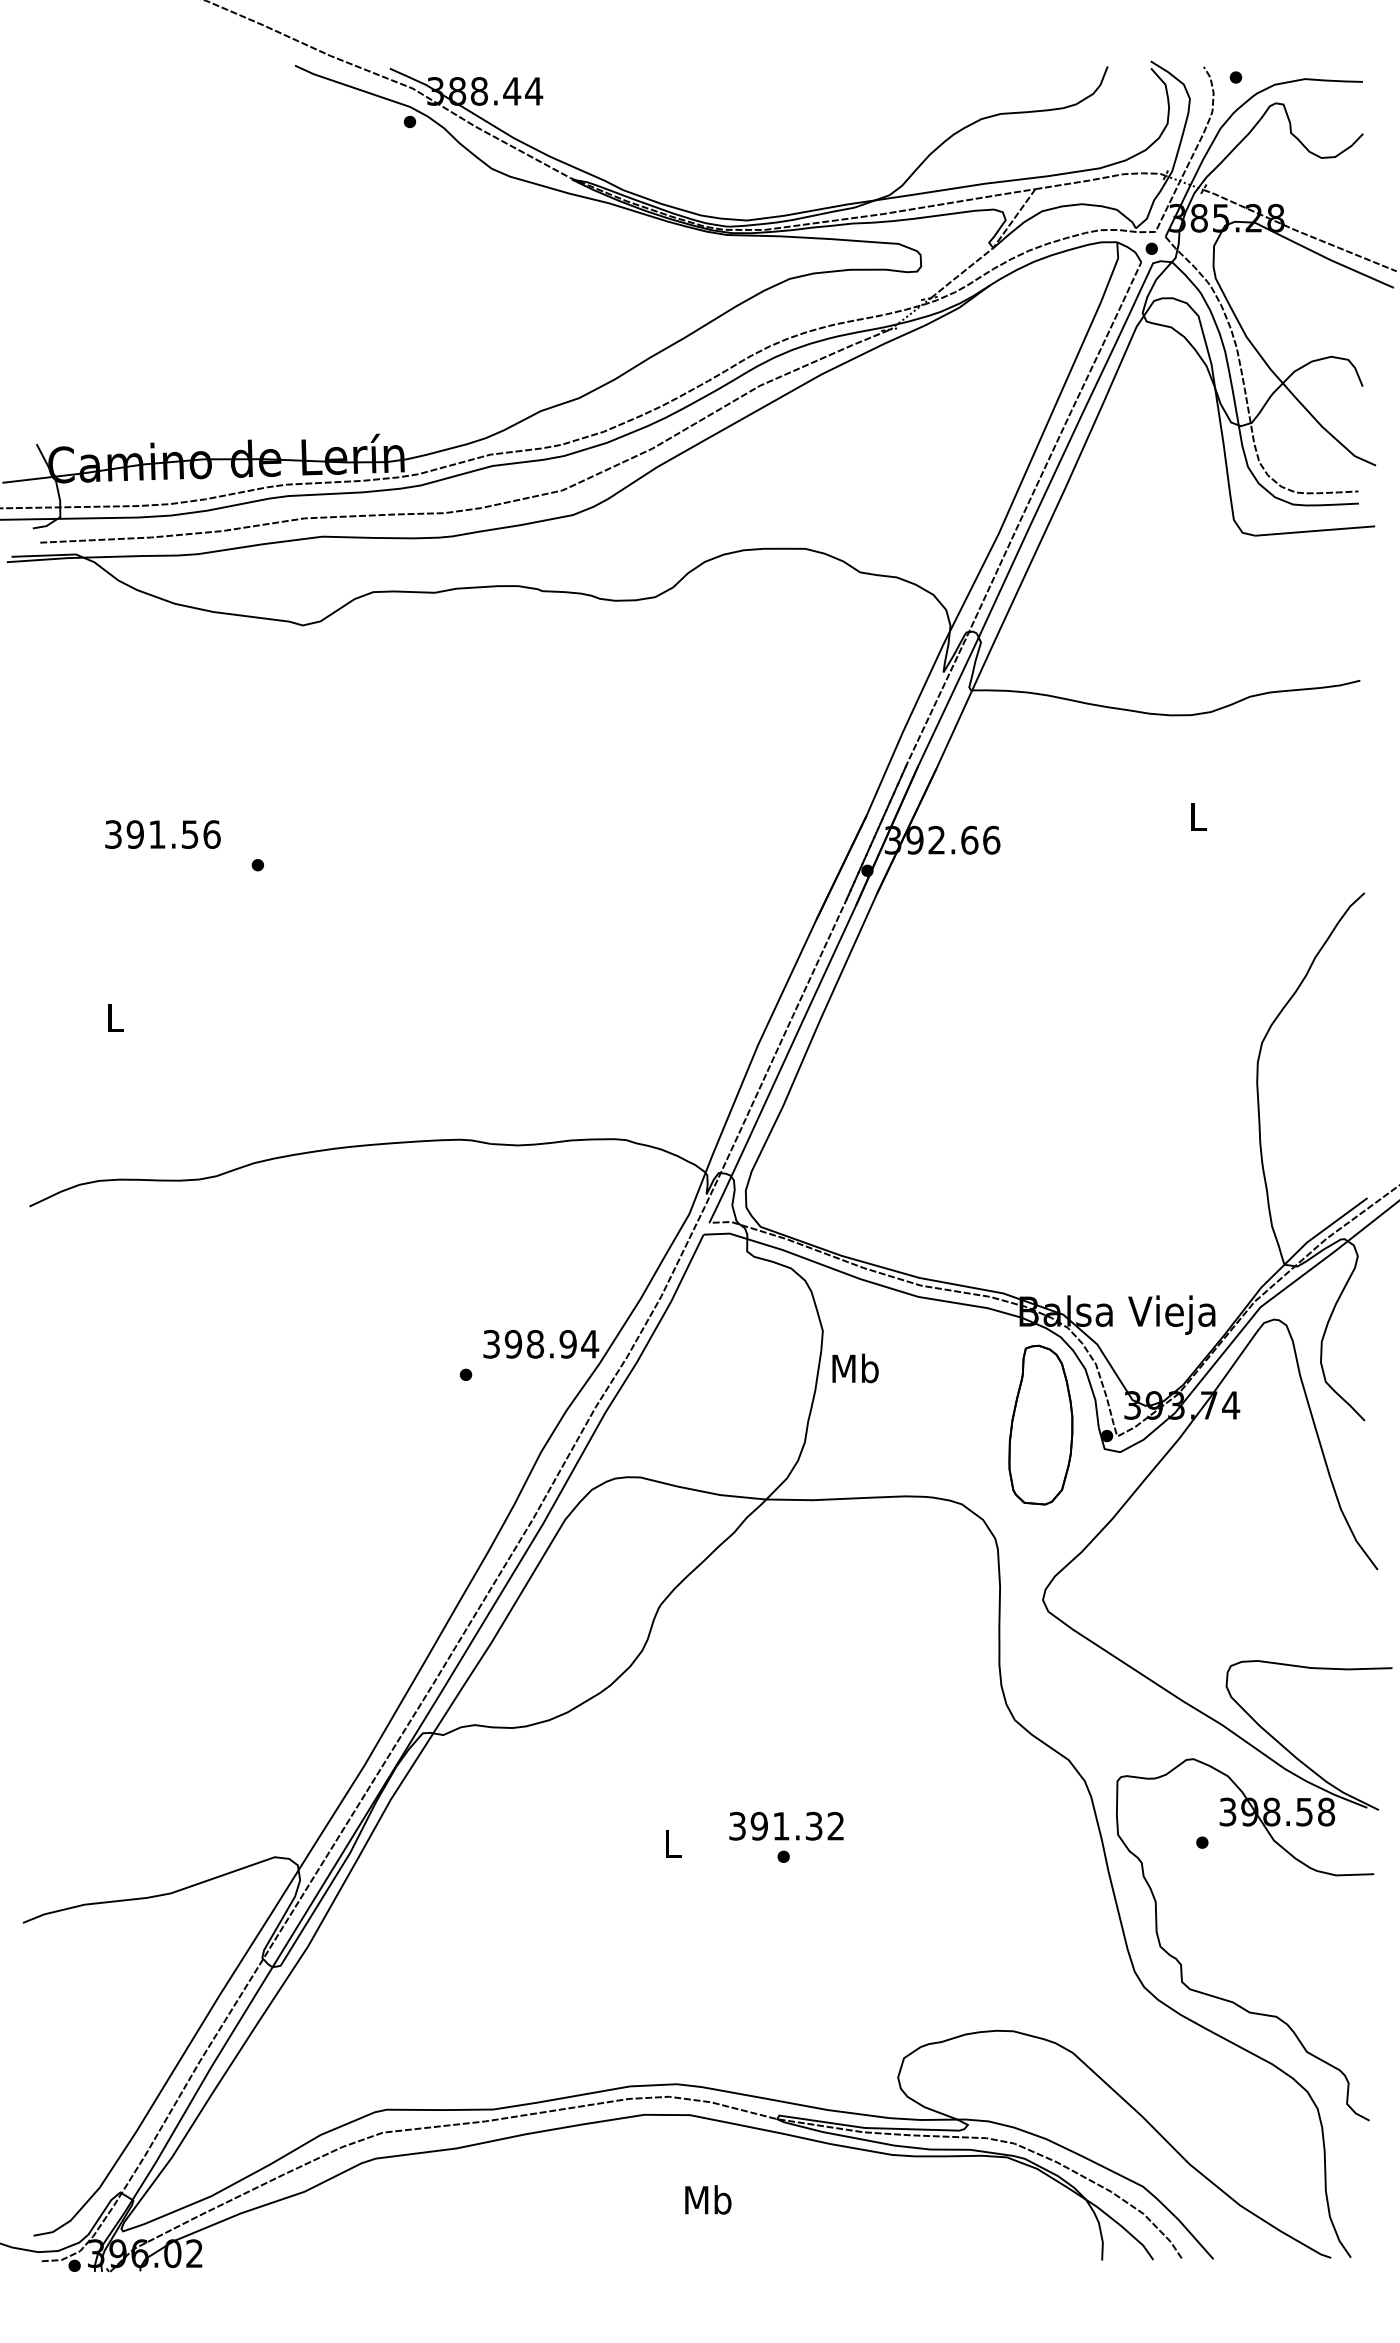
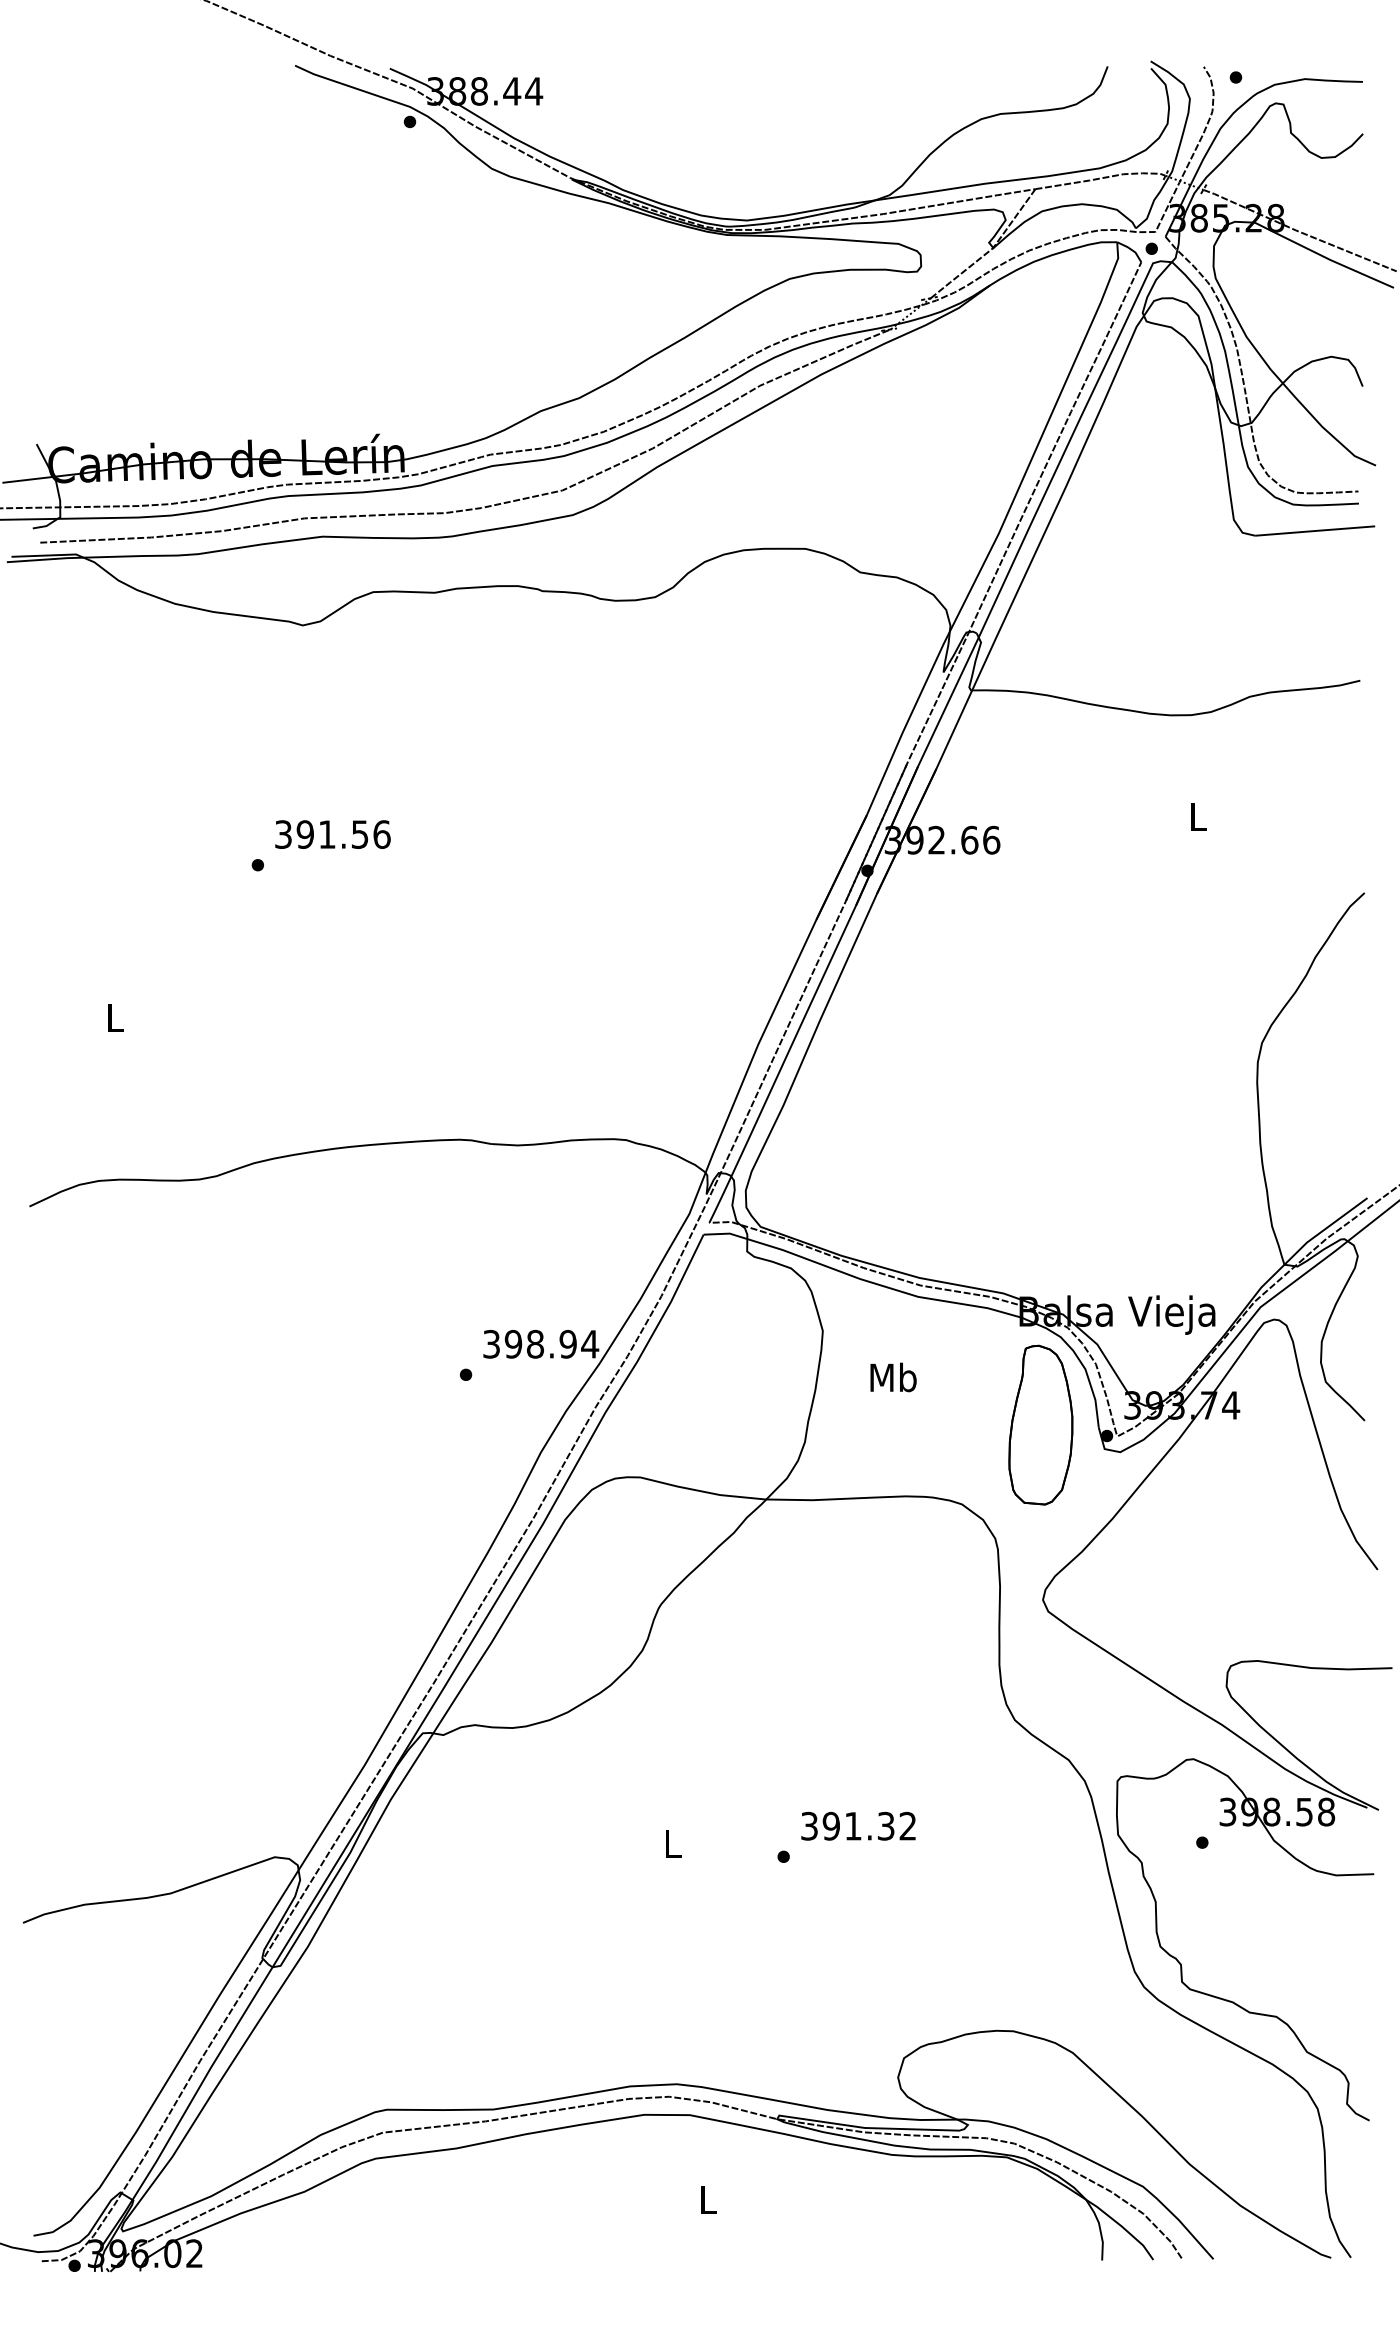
text at (162, 834) position: (162, 834) -> (332, 834)
text at (855, 1368) position: (855, 1368) -> (893, 1377)
text at (786, 1825) position: (786, 1825) -> (858, 1825)
text at (708, 2199): Mb -> L
